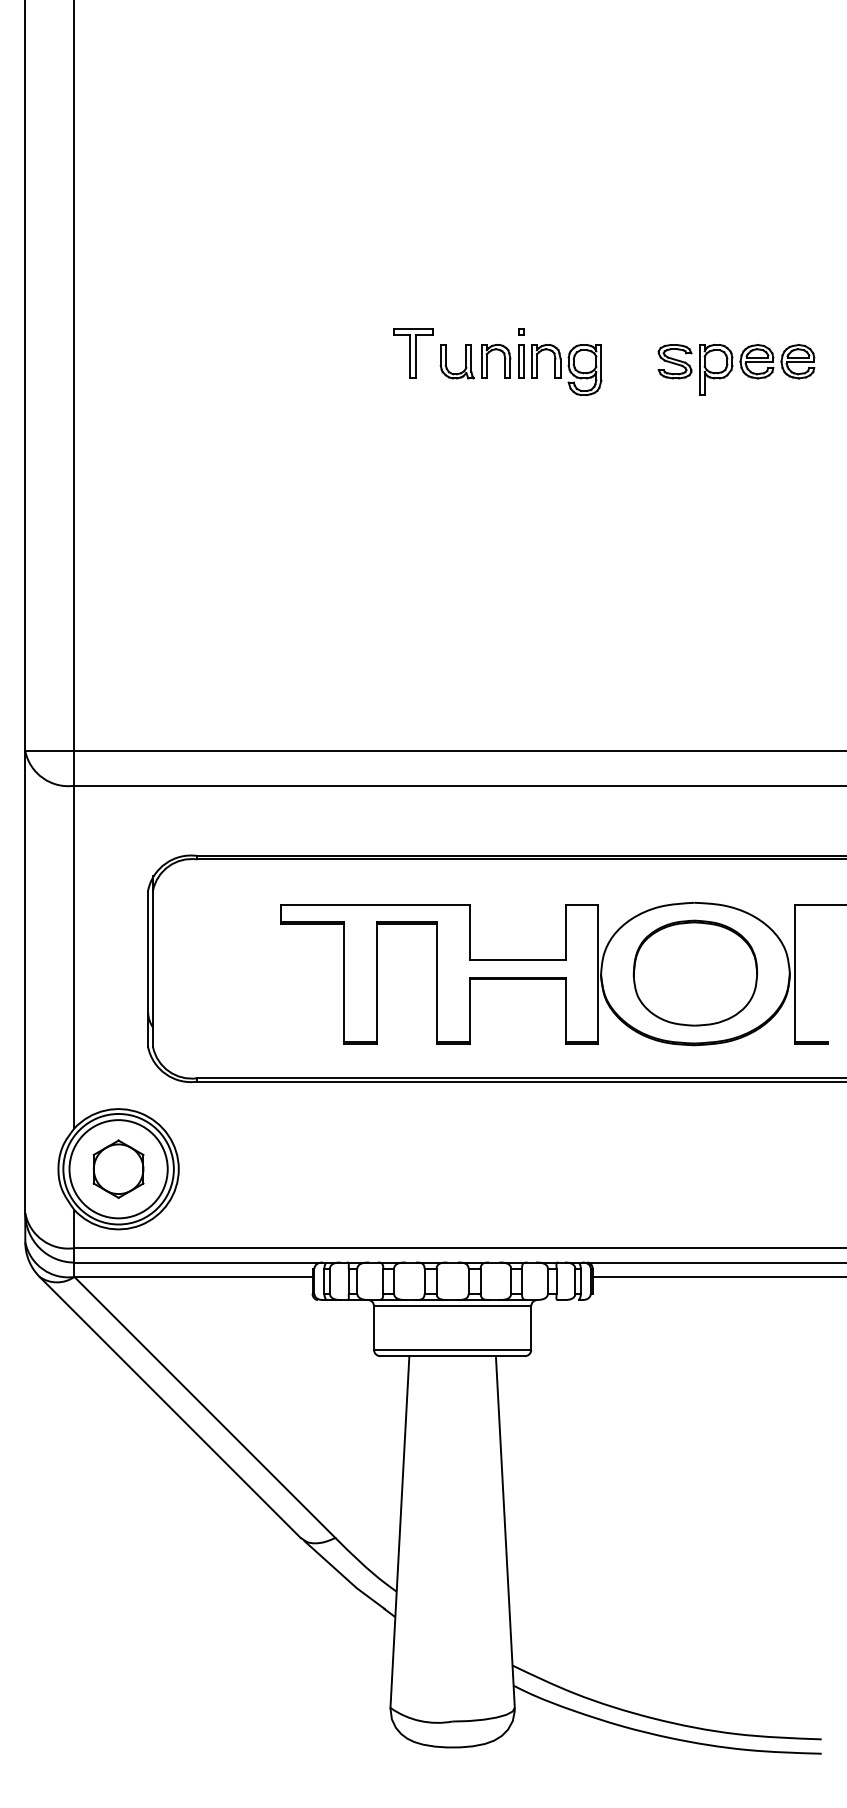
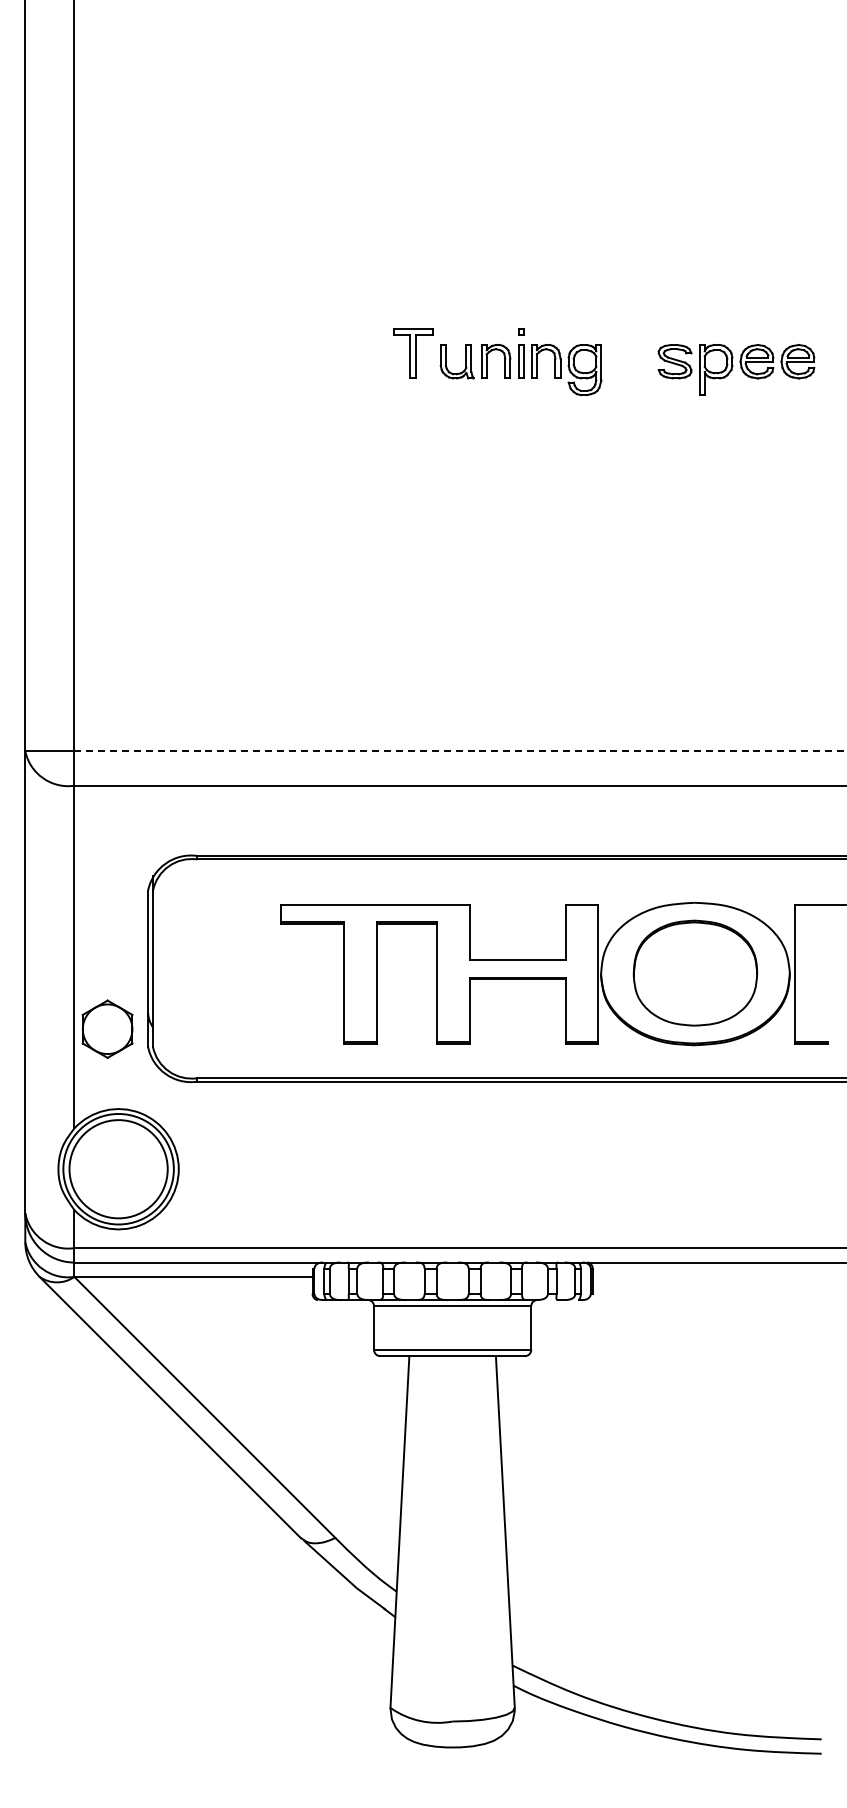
line at (460, 751): solid -> dashed
part at (118, 1168) position: (118, 1168) -> (107, 1028)
line at (717, 1276): present -> none
